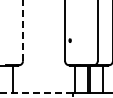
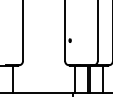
line at (22, 30): dashed -> solid
line at (36, 92): dashed -> solid
